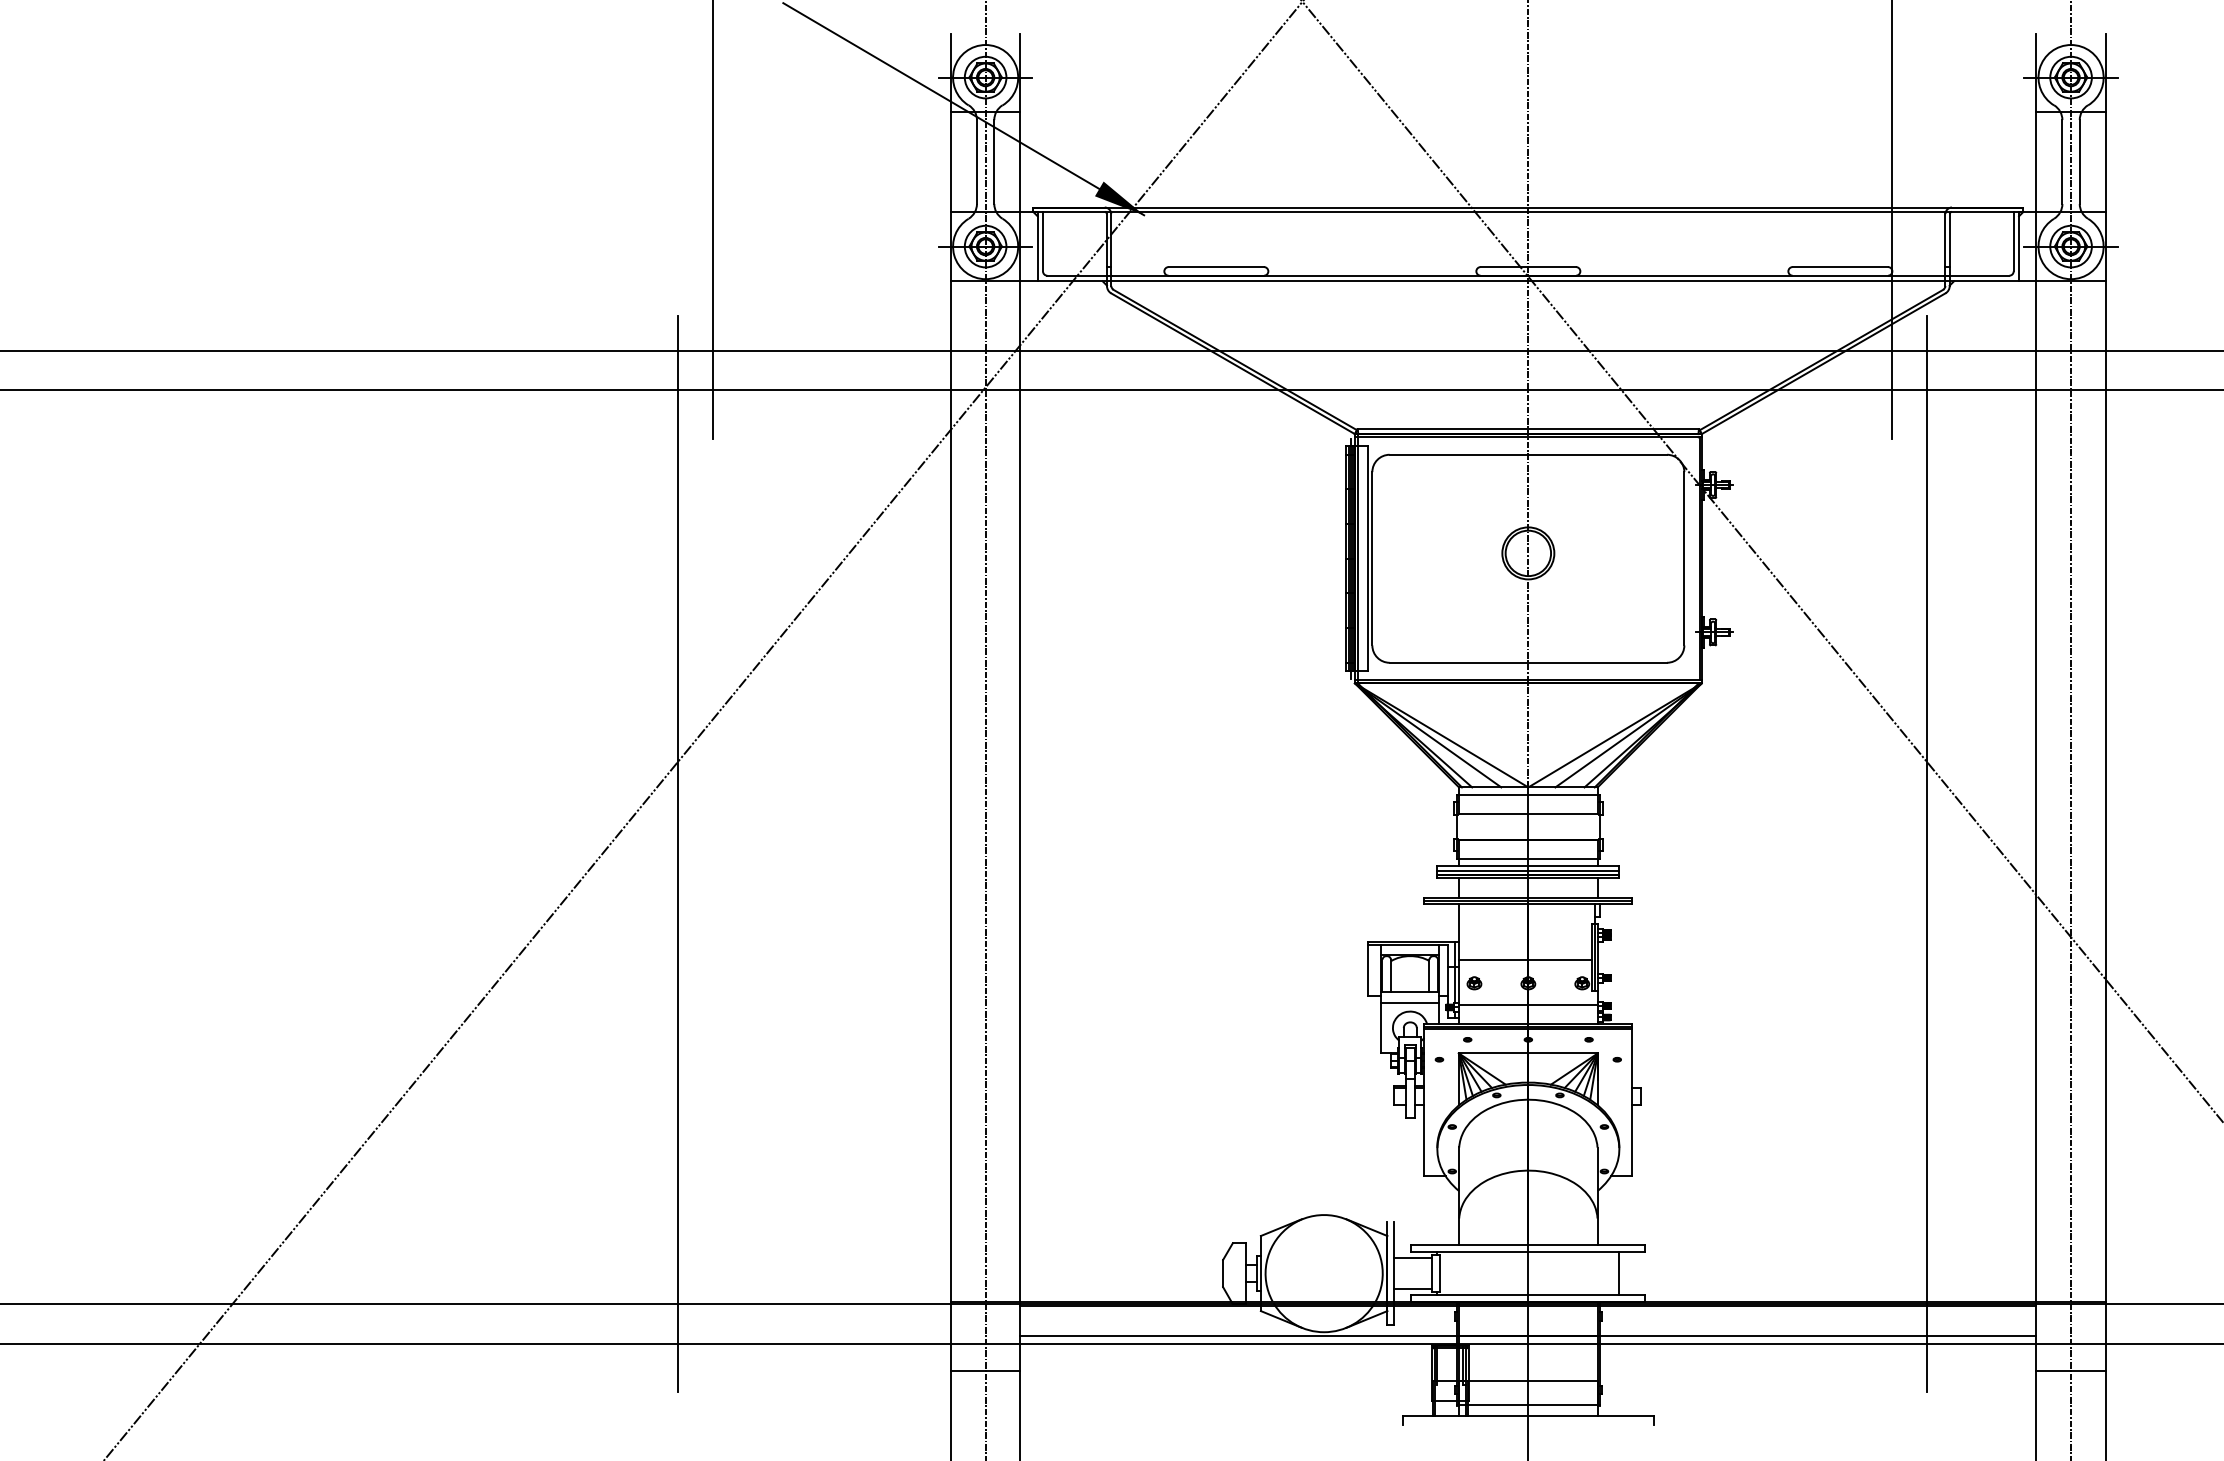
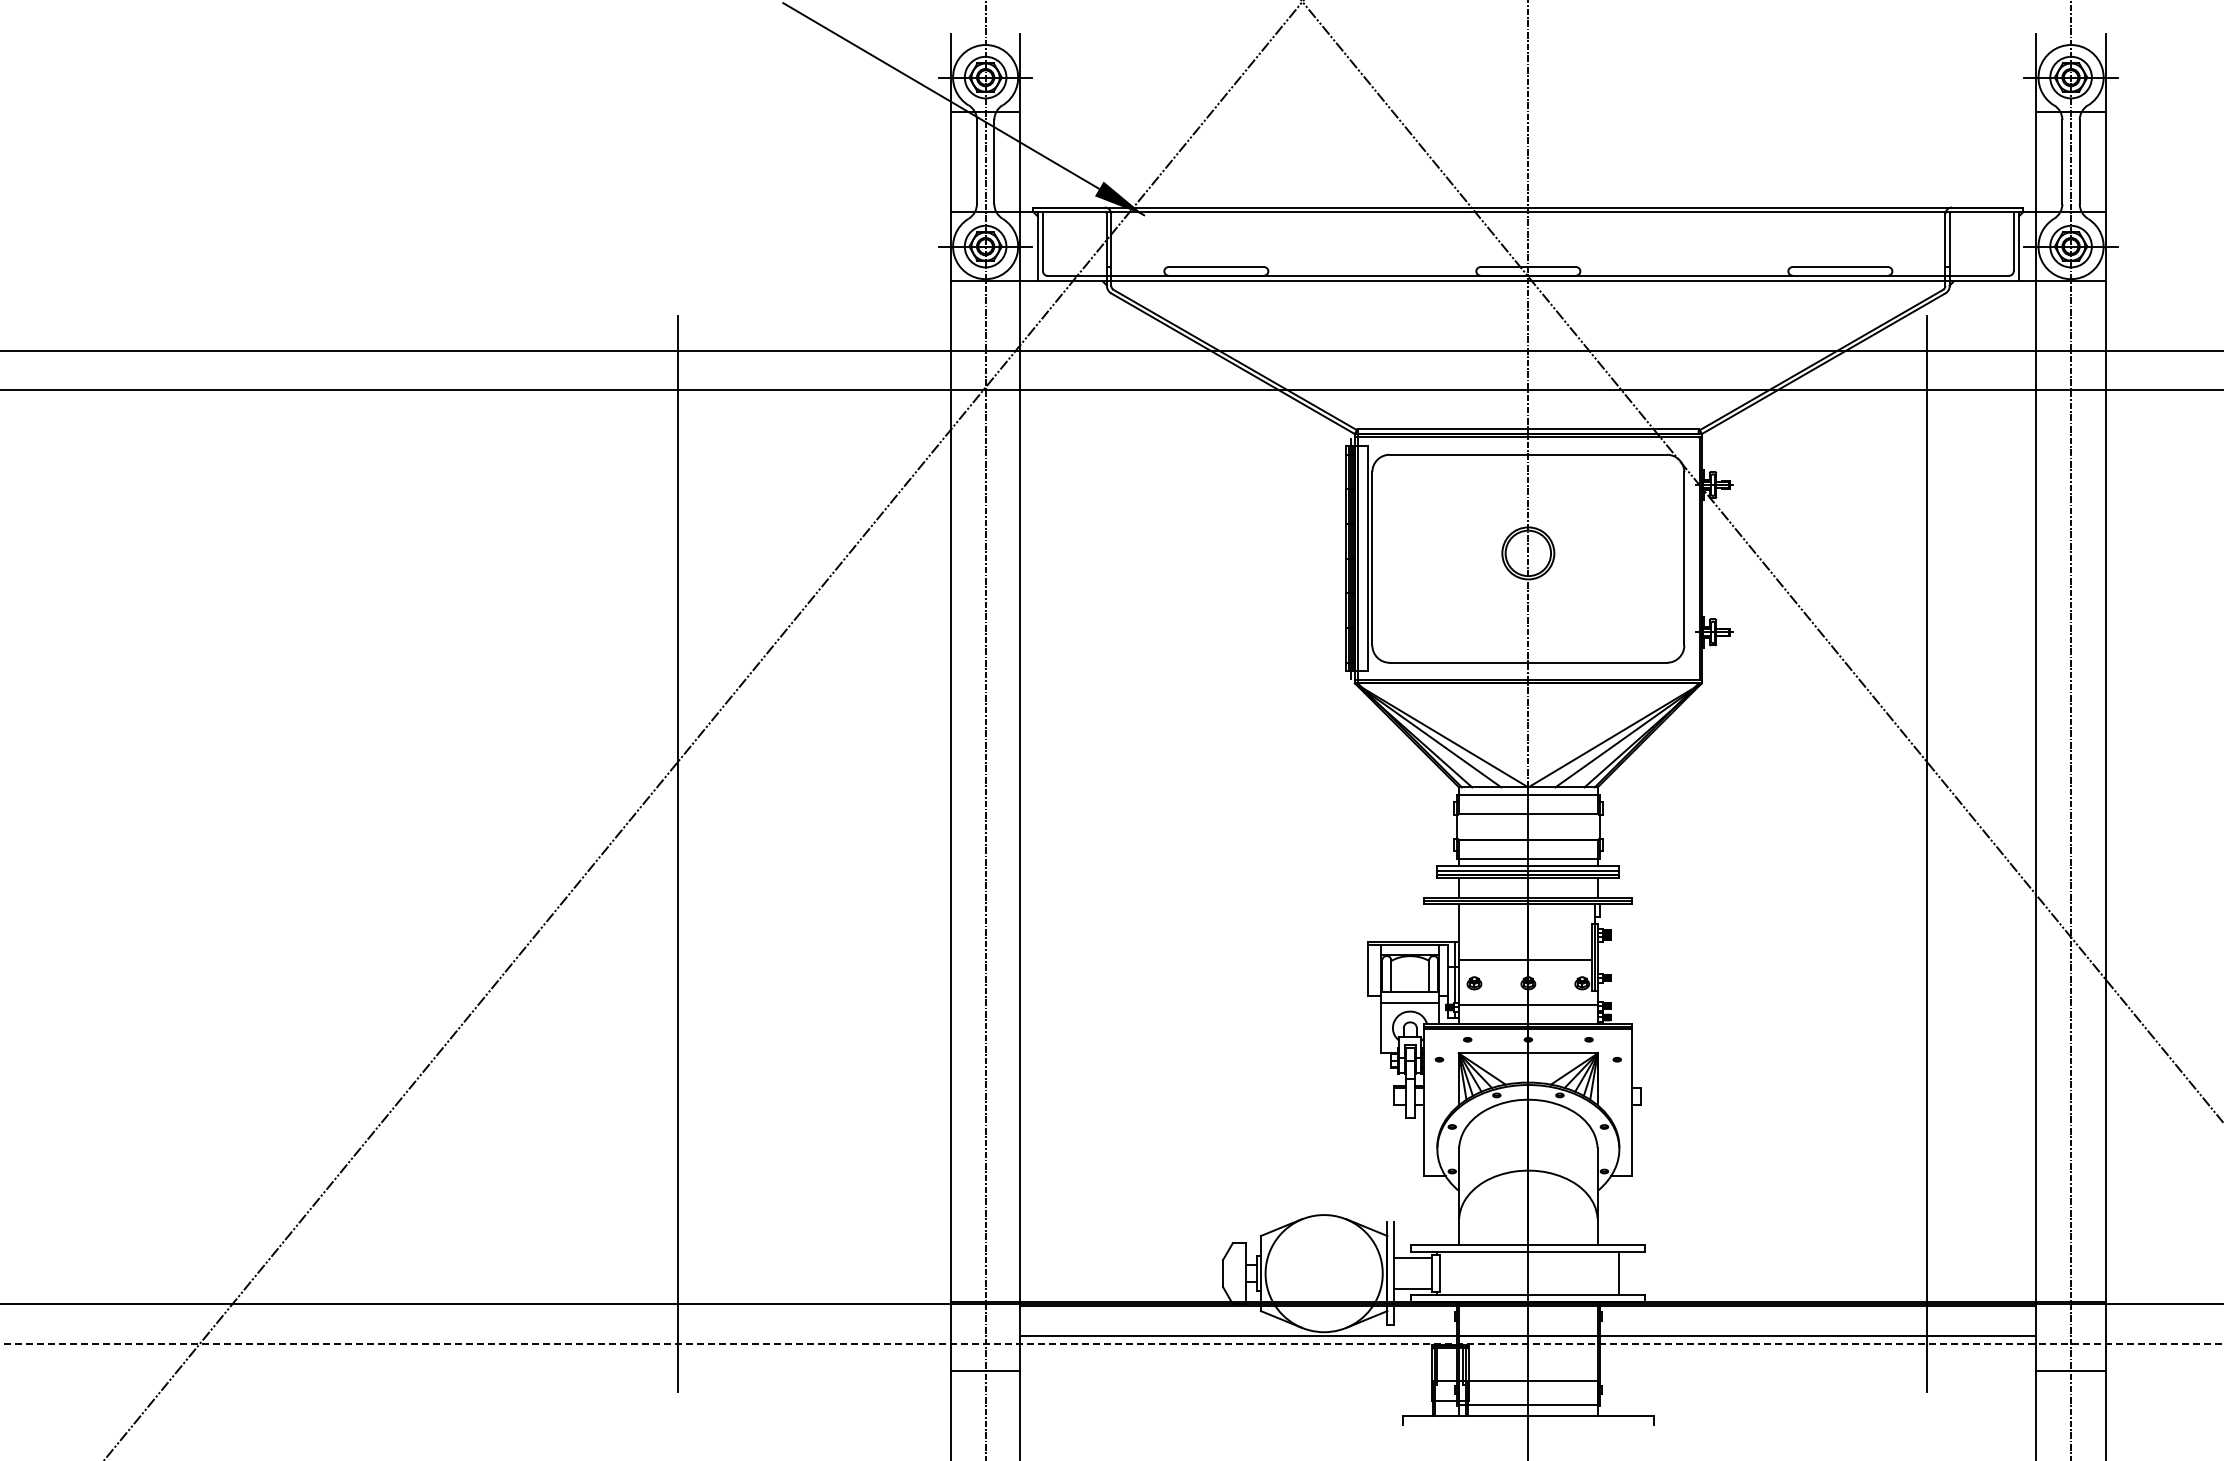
line at (713, 220): present -> none
line at (1891, 220): present -> none
line at (1112, 1343): solid -> dashed
